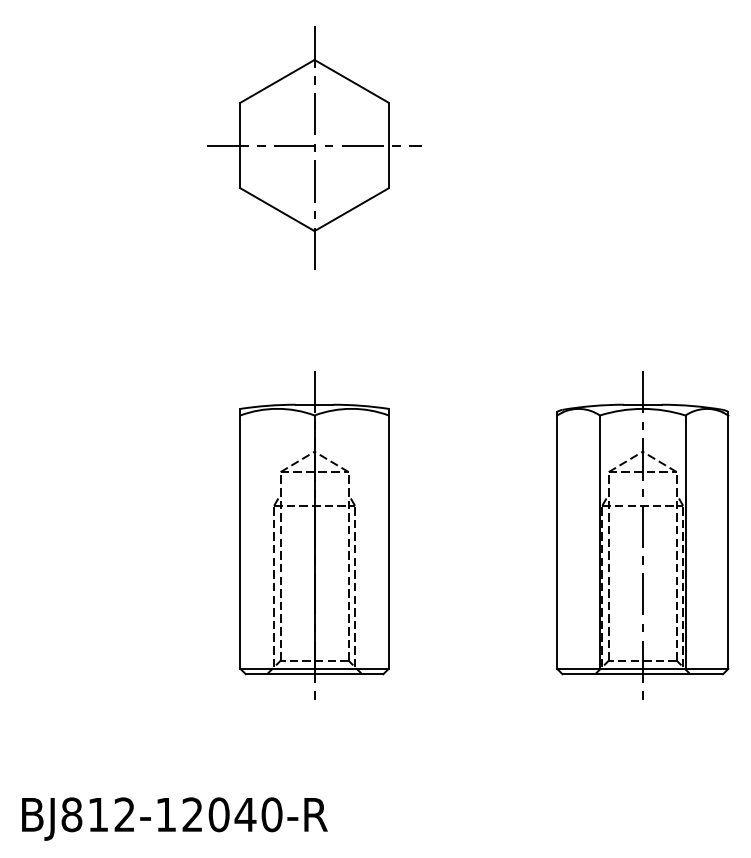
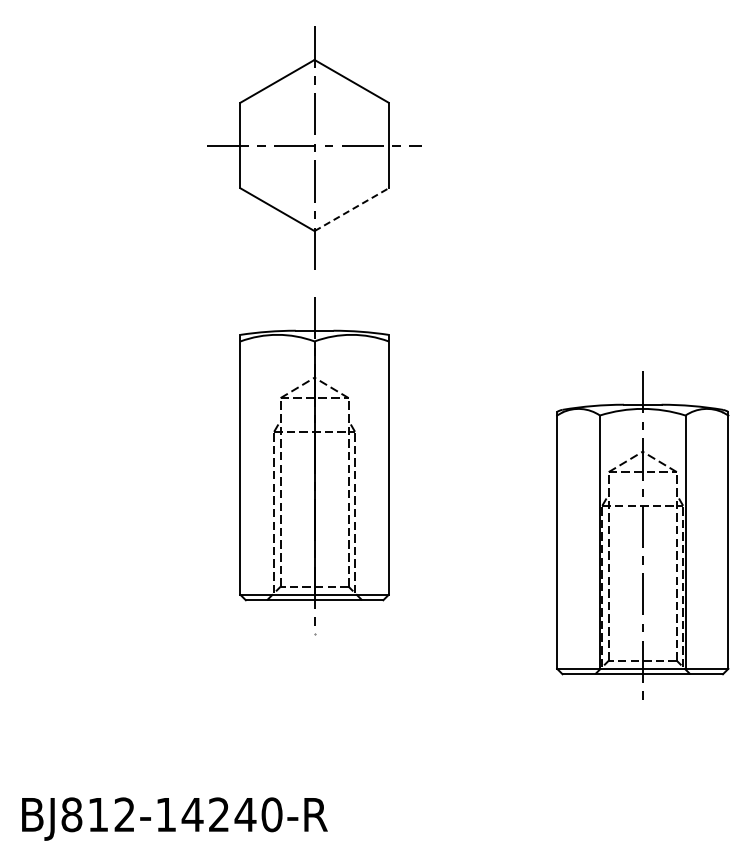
line at (351, 209): solid -> dashed
part at (314, 535) position: (314, 535) -> (314, 461)
text at (205, 814): BJ812-12040-R -> BJ812-14240-R
